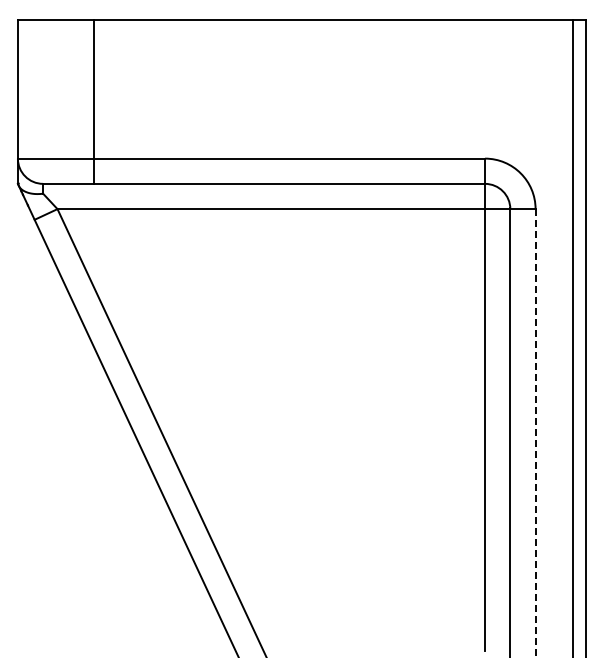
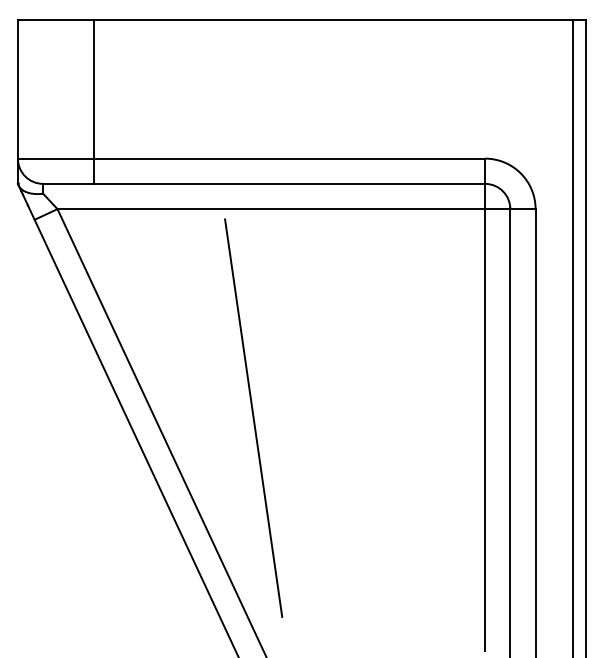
line at (253, 417): none -> present
line at (535, 433): dashed -> solid
